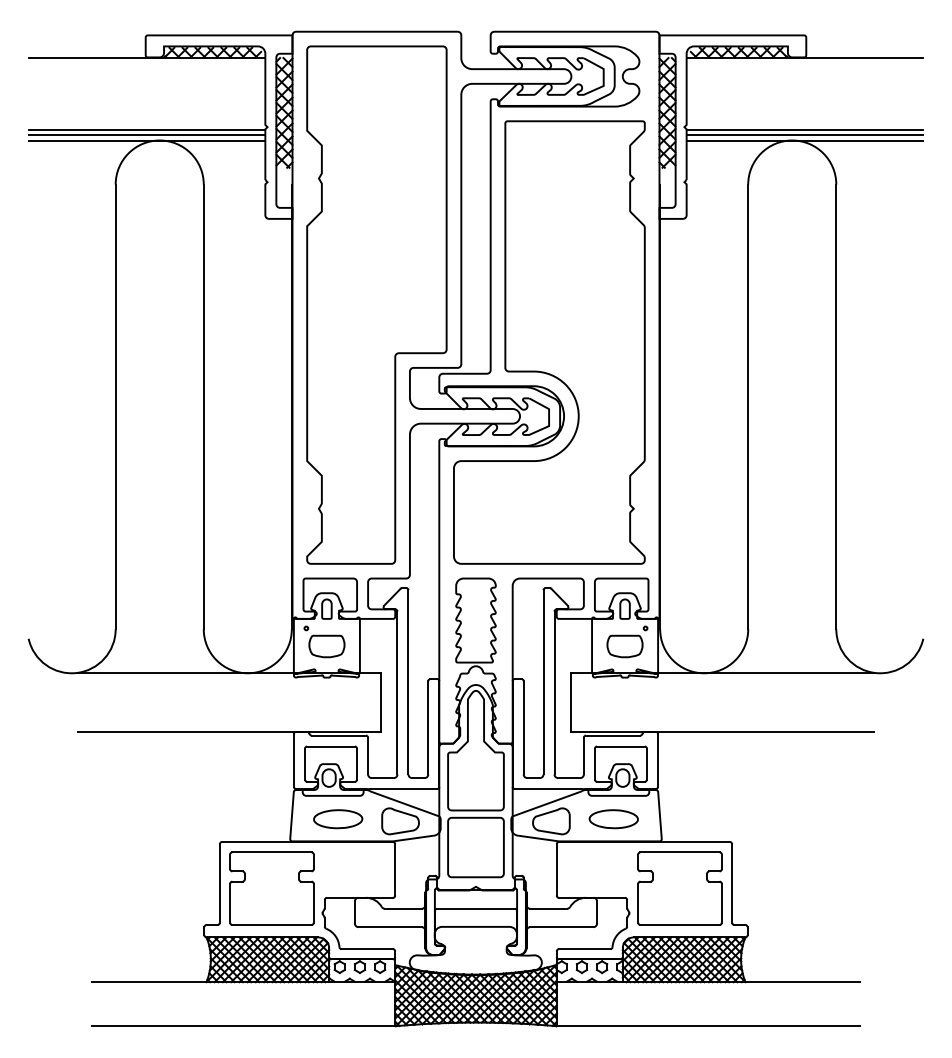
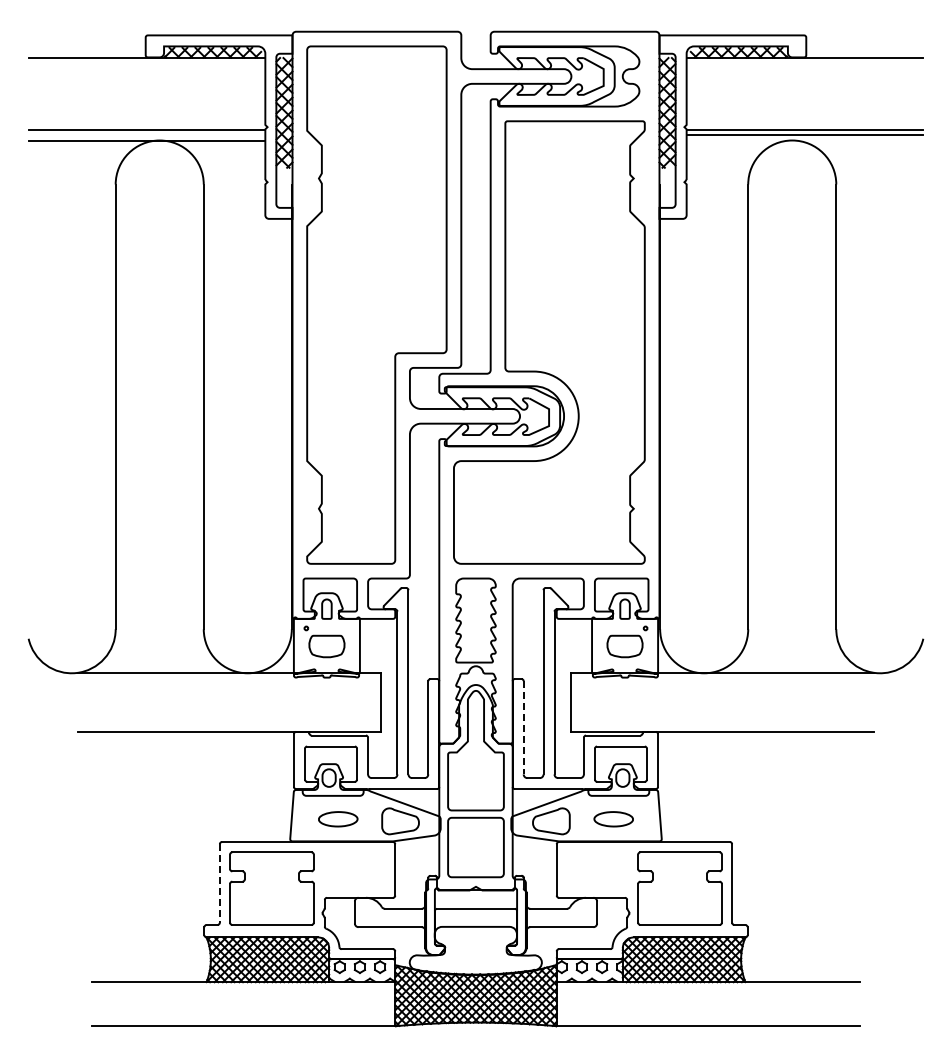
line at (146, 135): present -> none
line at (805, 140): present -> none
line at (523, 727): solid -> dashed
part at (338, 819) size: 51x21 px -> 41x17 px
part at (613, 819) size: 51x21 px -> 41x17 px
line at (219, 884): solid -> dashed
